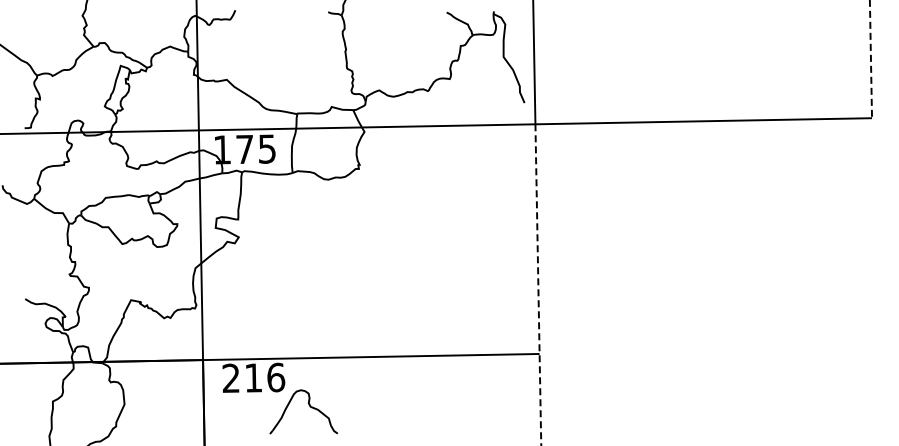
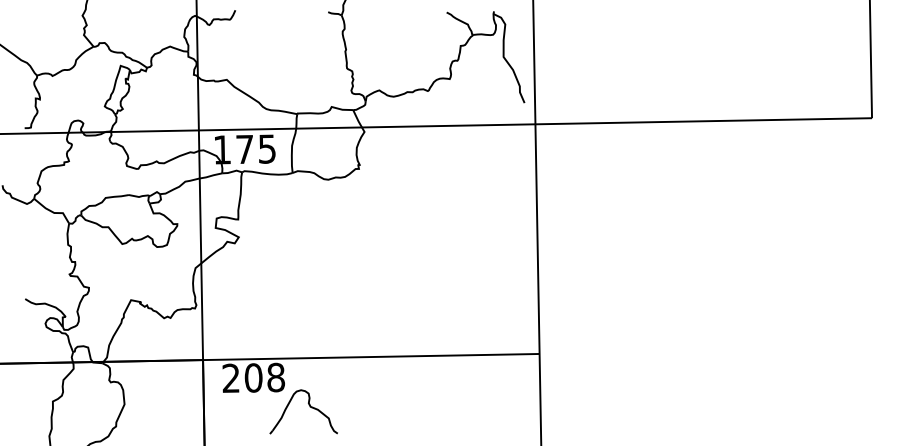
line at (870, 59): dashed -> solid
line at (538, 285): dashed -> solid
text at (264, 377): 216 -> 208
